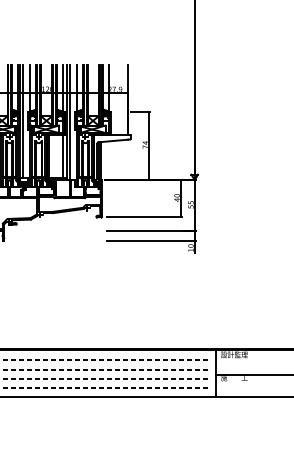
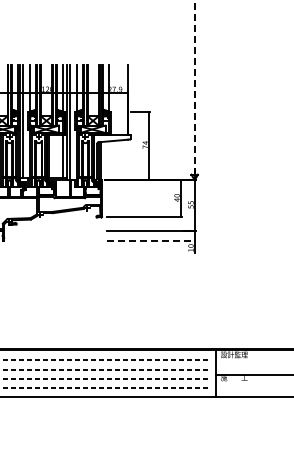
line at (194, 87): solid -> dashed
line at (152, 240): solid -> dashed
